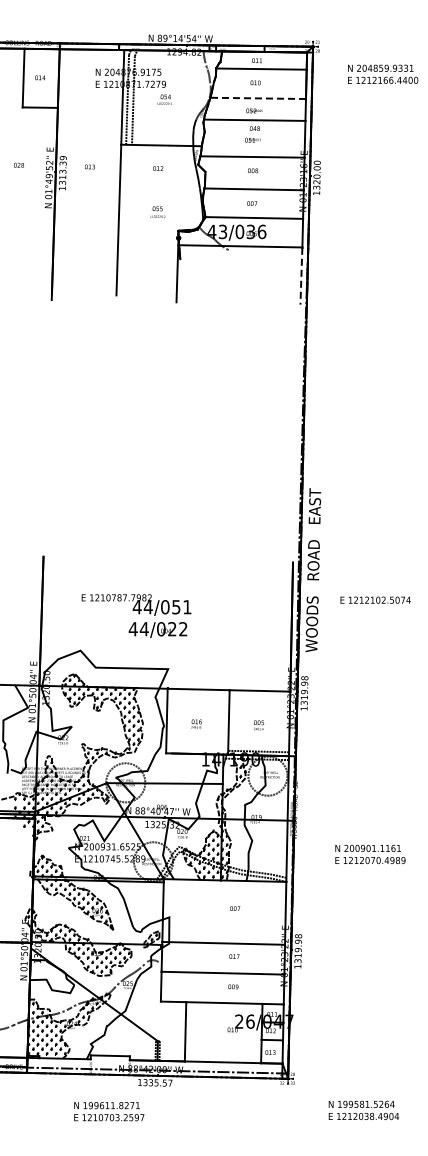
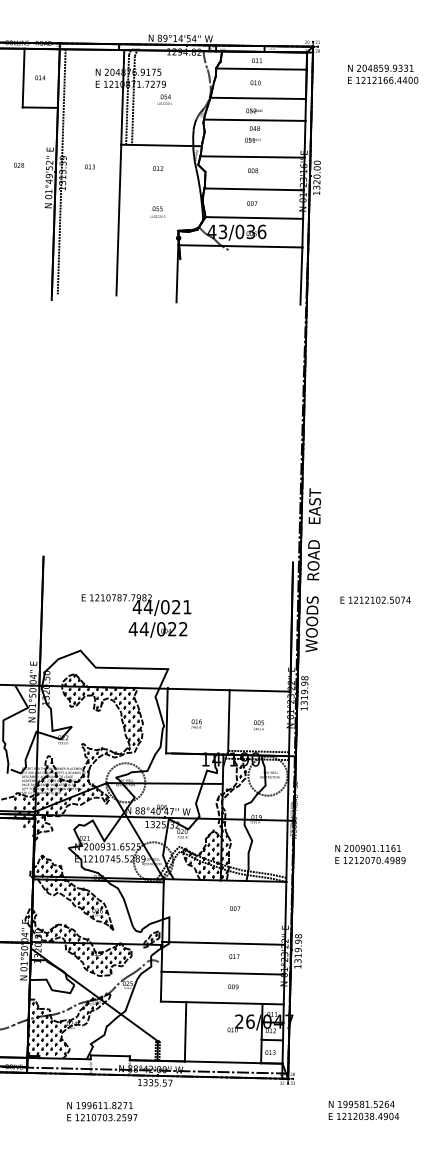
line at (258, 98): dashed -> solid
line at (61, 171): none -> present
line at (301, 276): dashed -> solid
text at (176, 607): 44/051 -> 44/021
text at (109, 1111) position: (109, 1111) -> (102, 1111)
